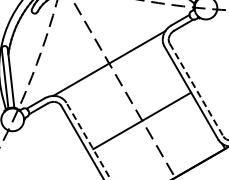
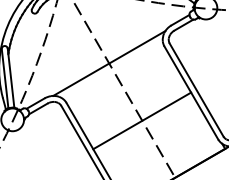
line at (196, 90): dashed -> solid
line at (88, 140): dashed -> solid
